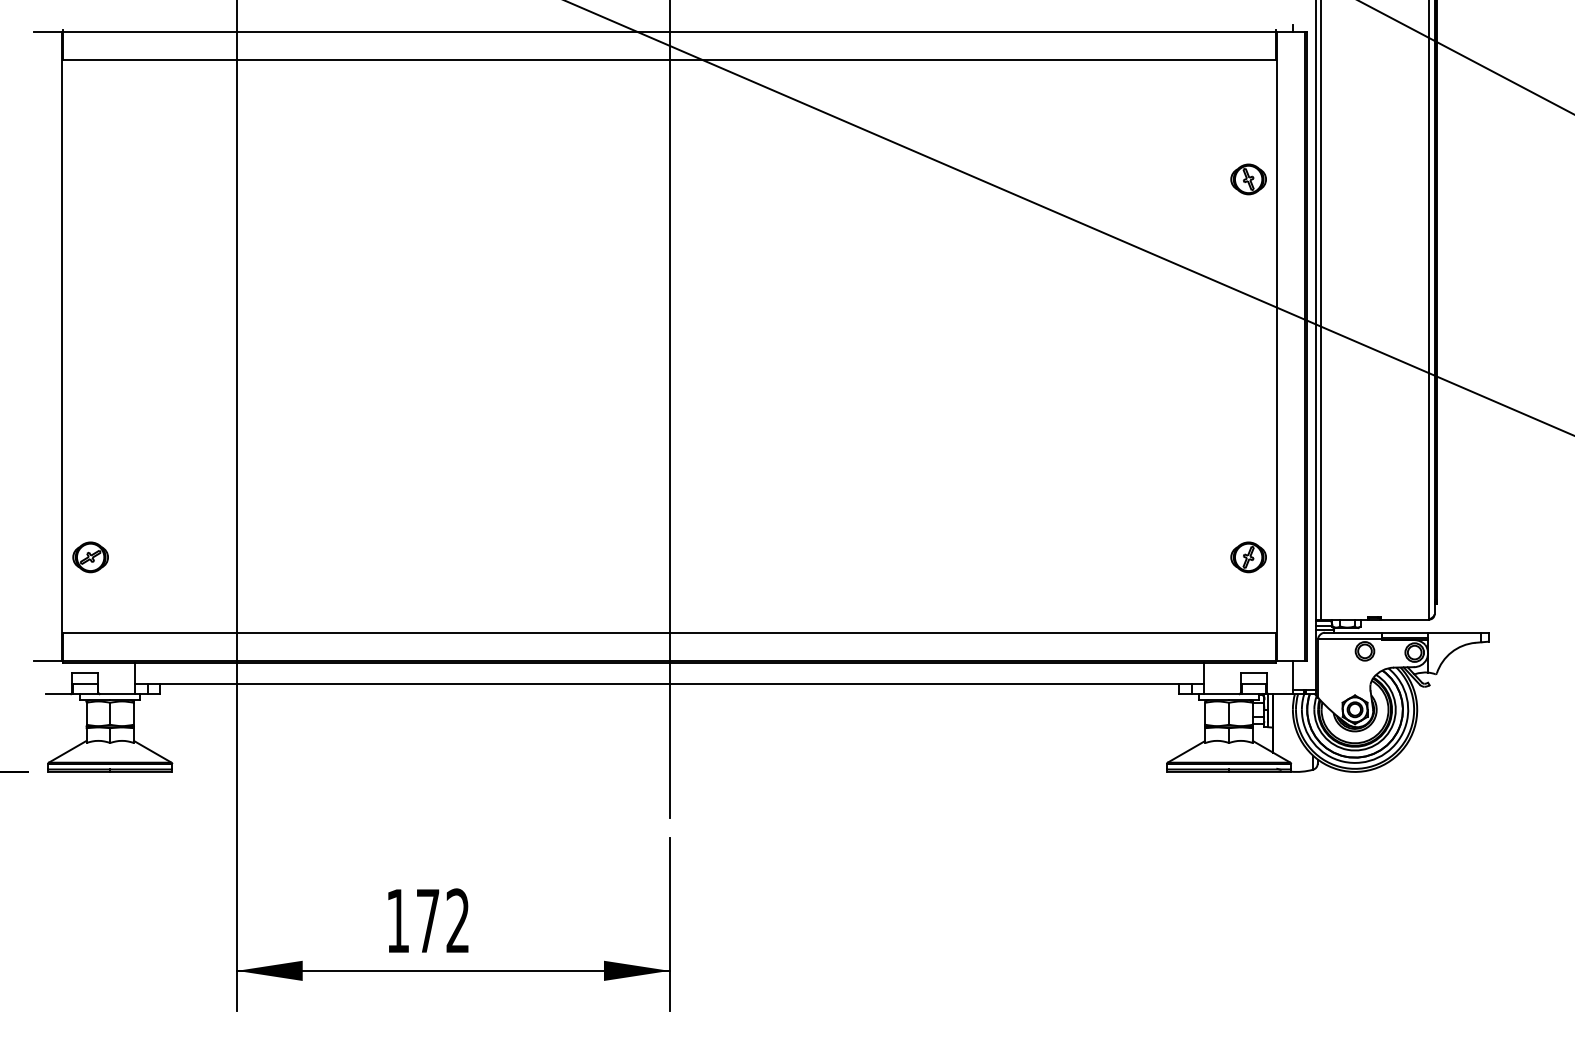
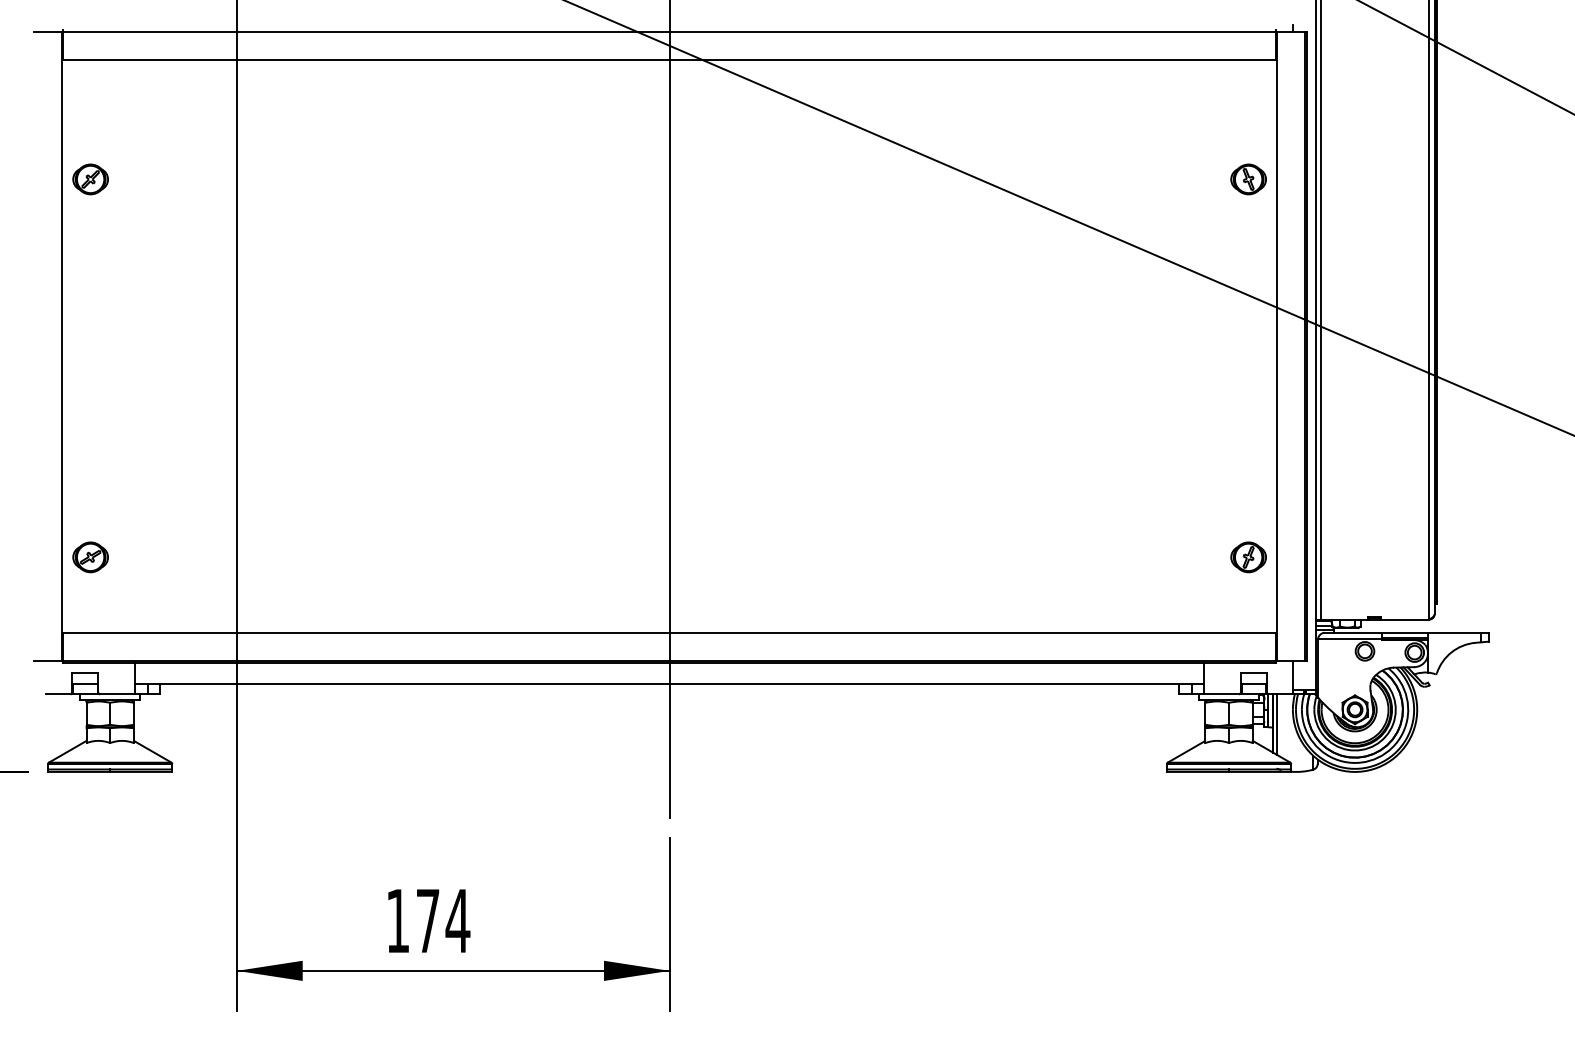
part at (90, 179): none -> present
line at (1277, 724): none -> present
text at (457, 920): 172 -> 174
